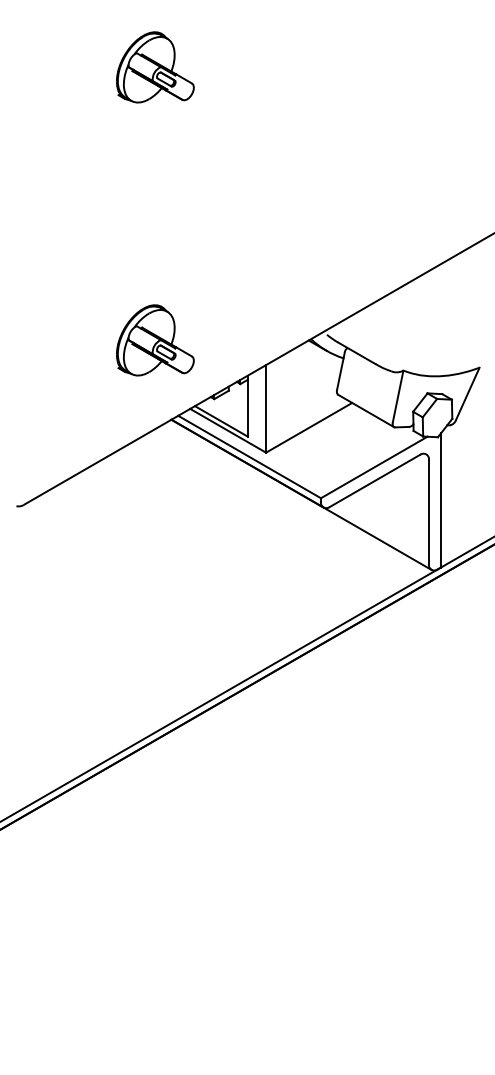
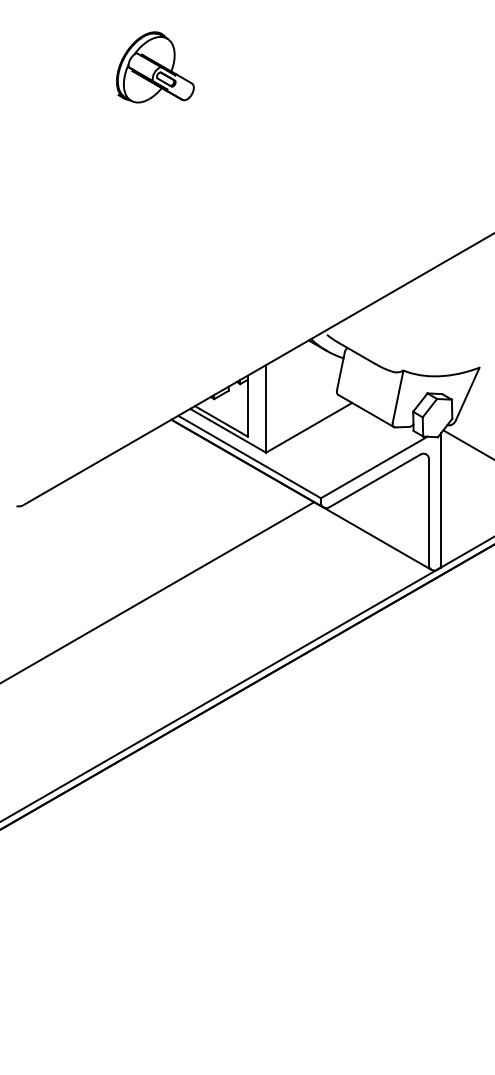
part at (155, 340): present -> none
line at (467, 444): none -> present
line at (158, 592): none -> present
